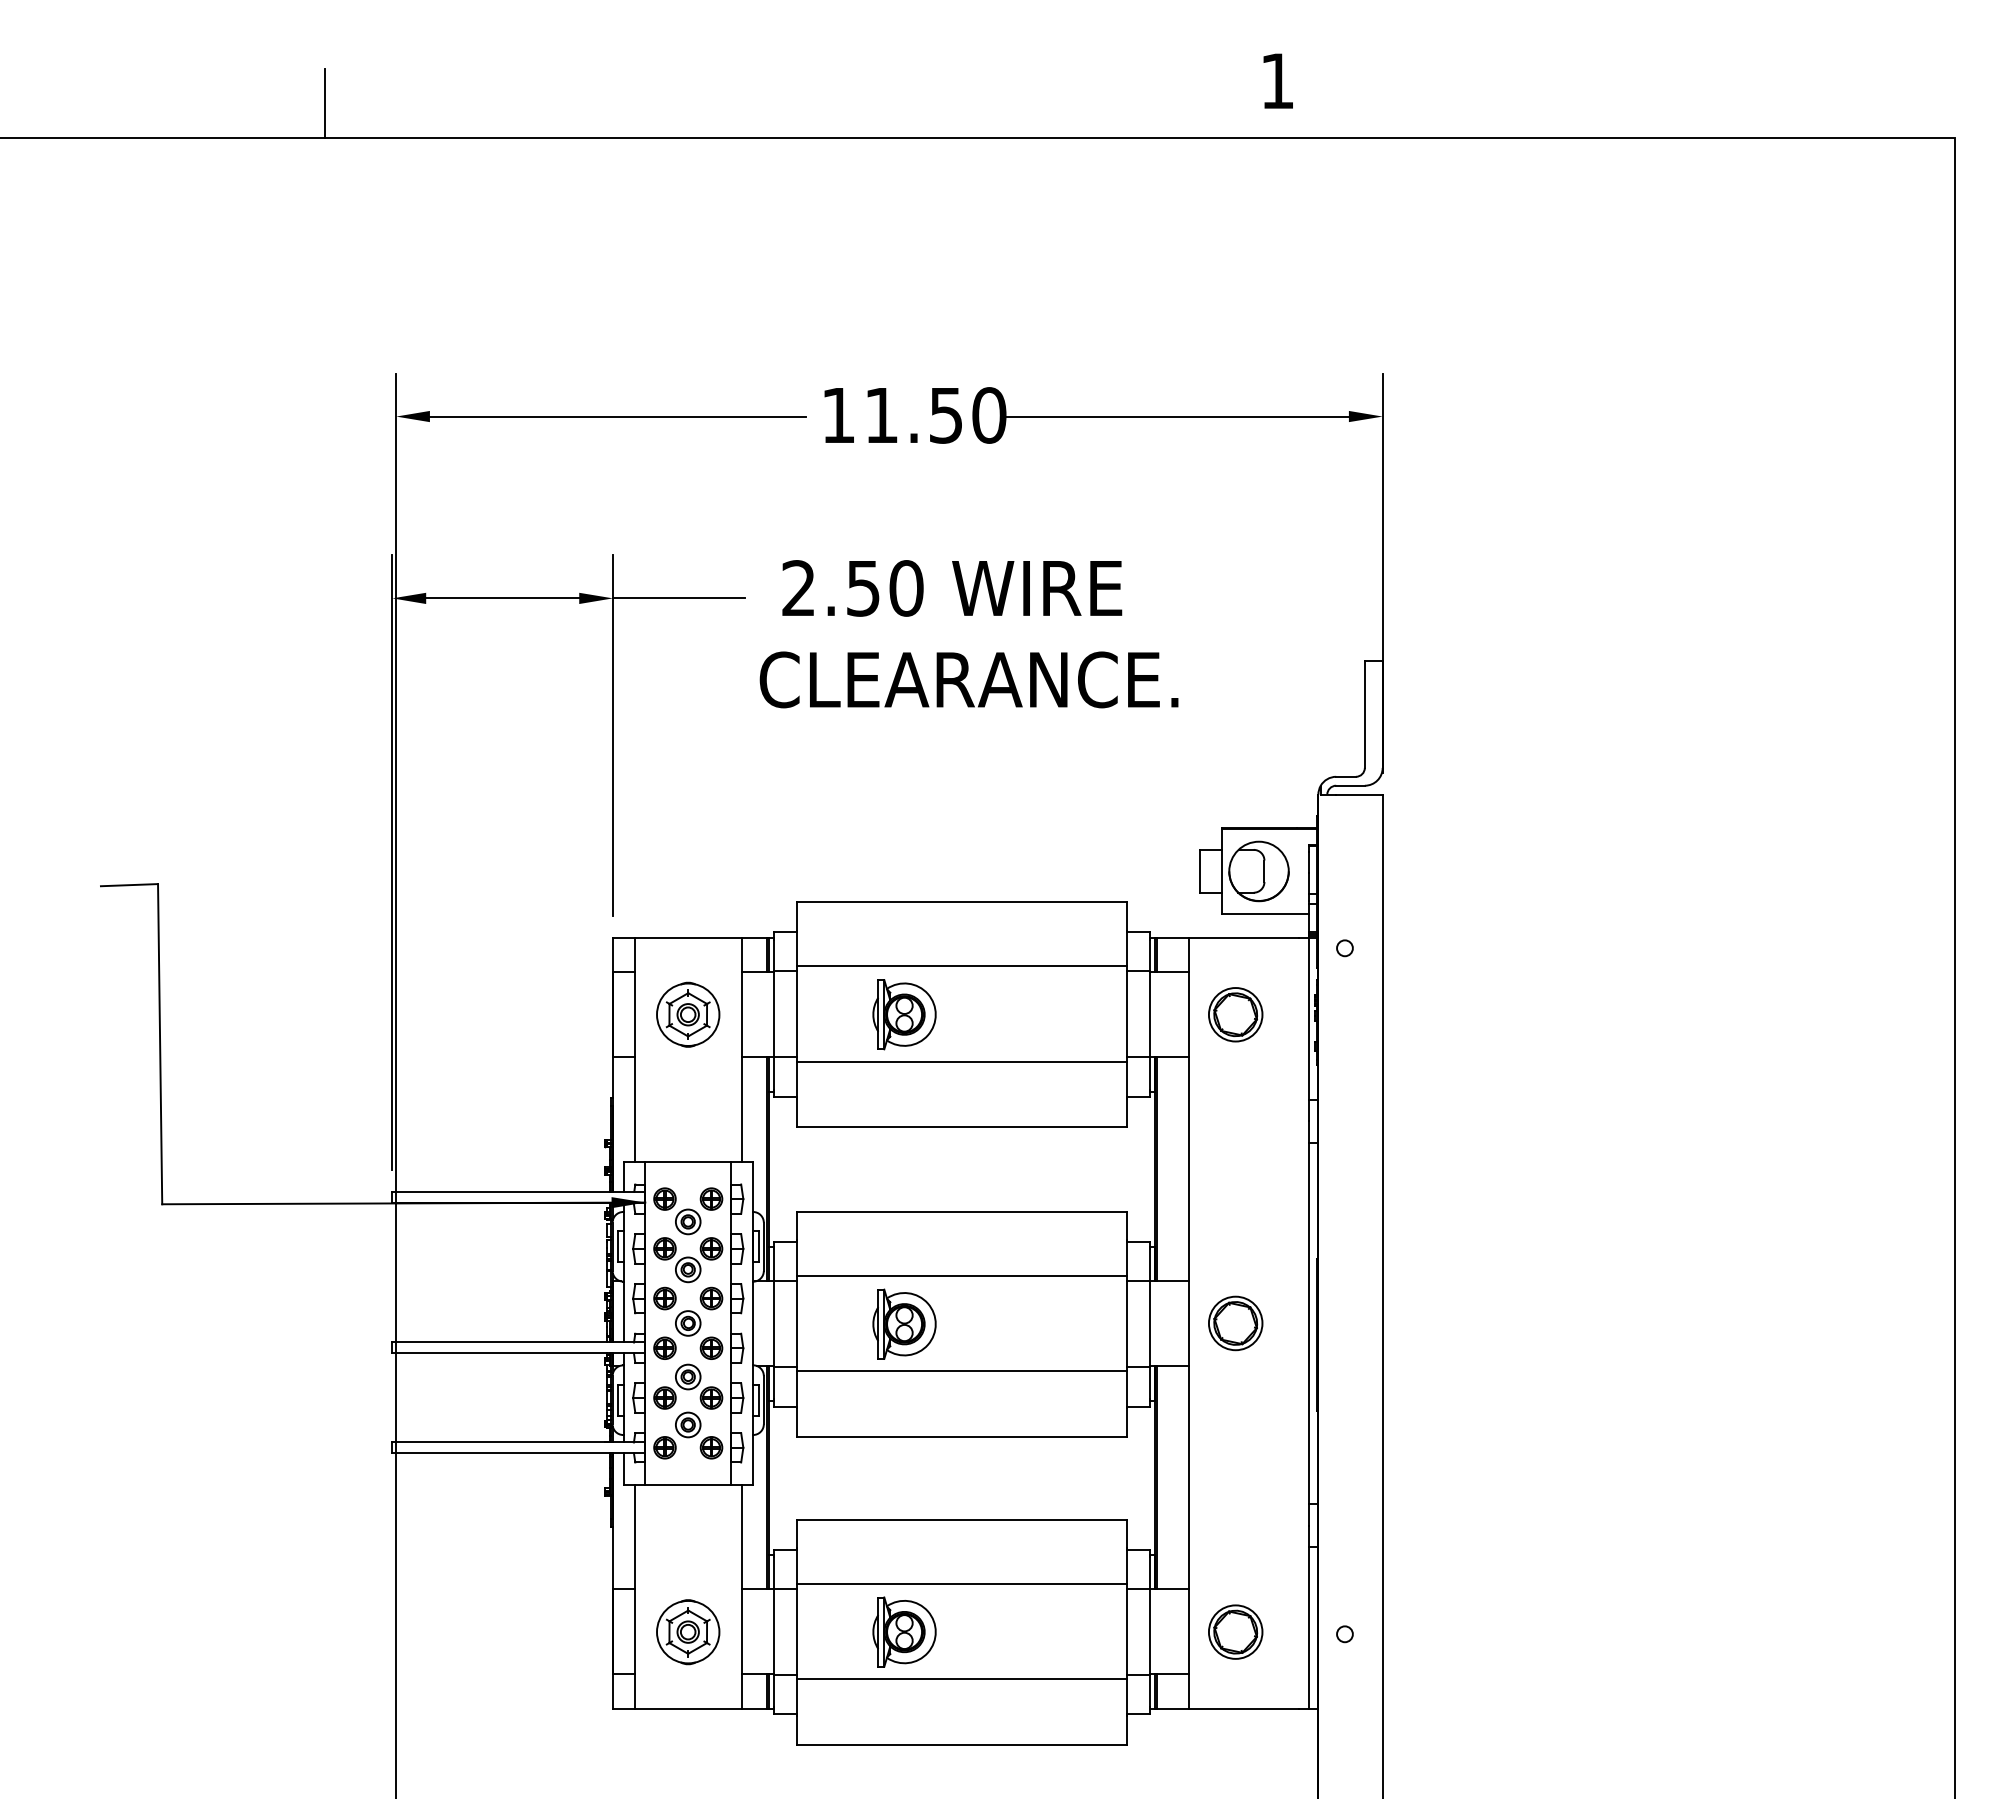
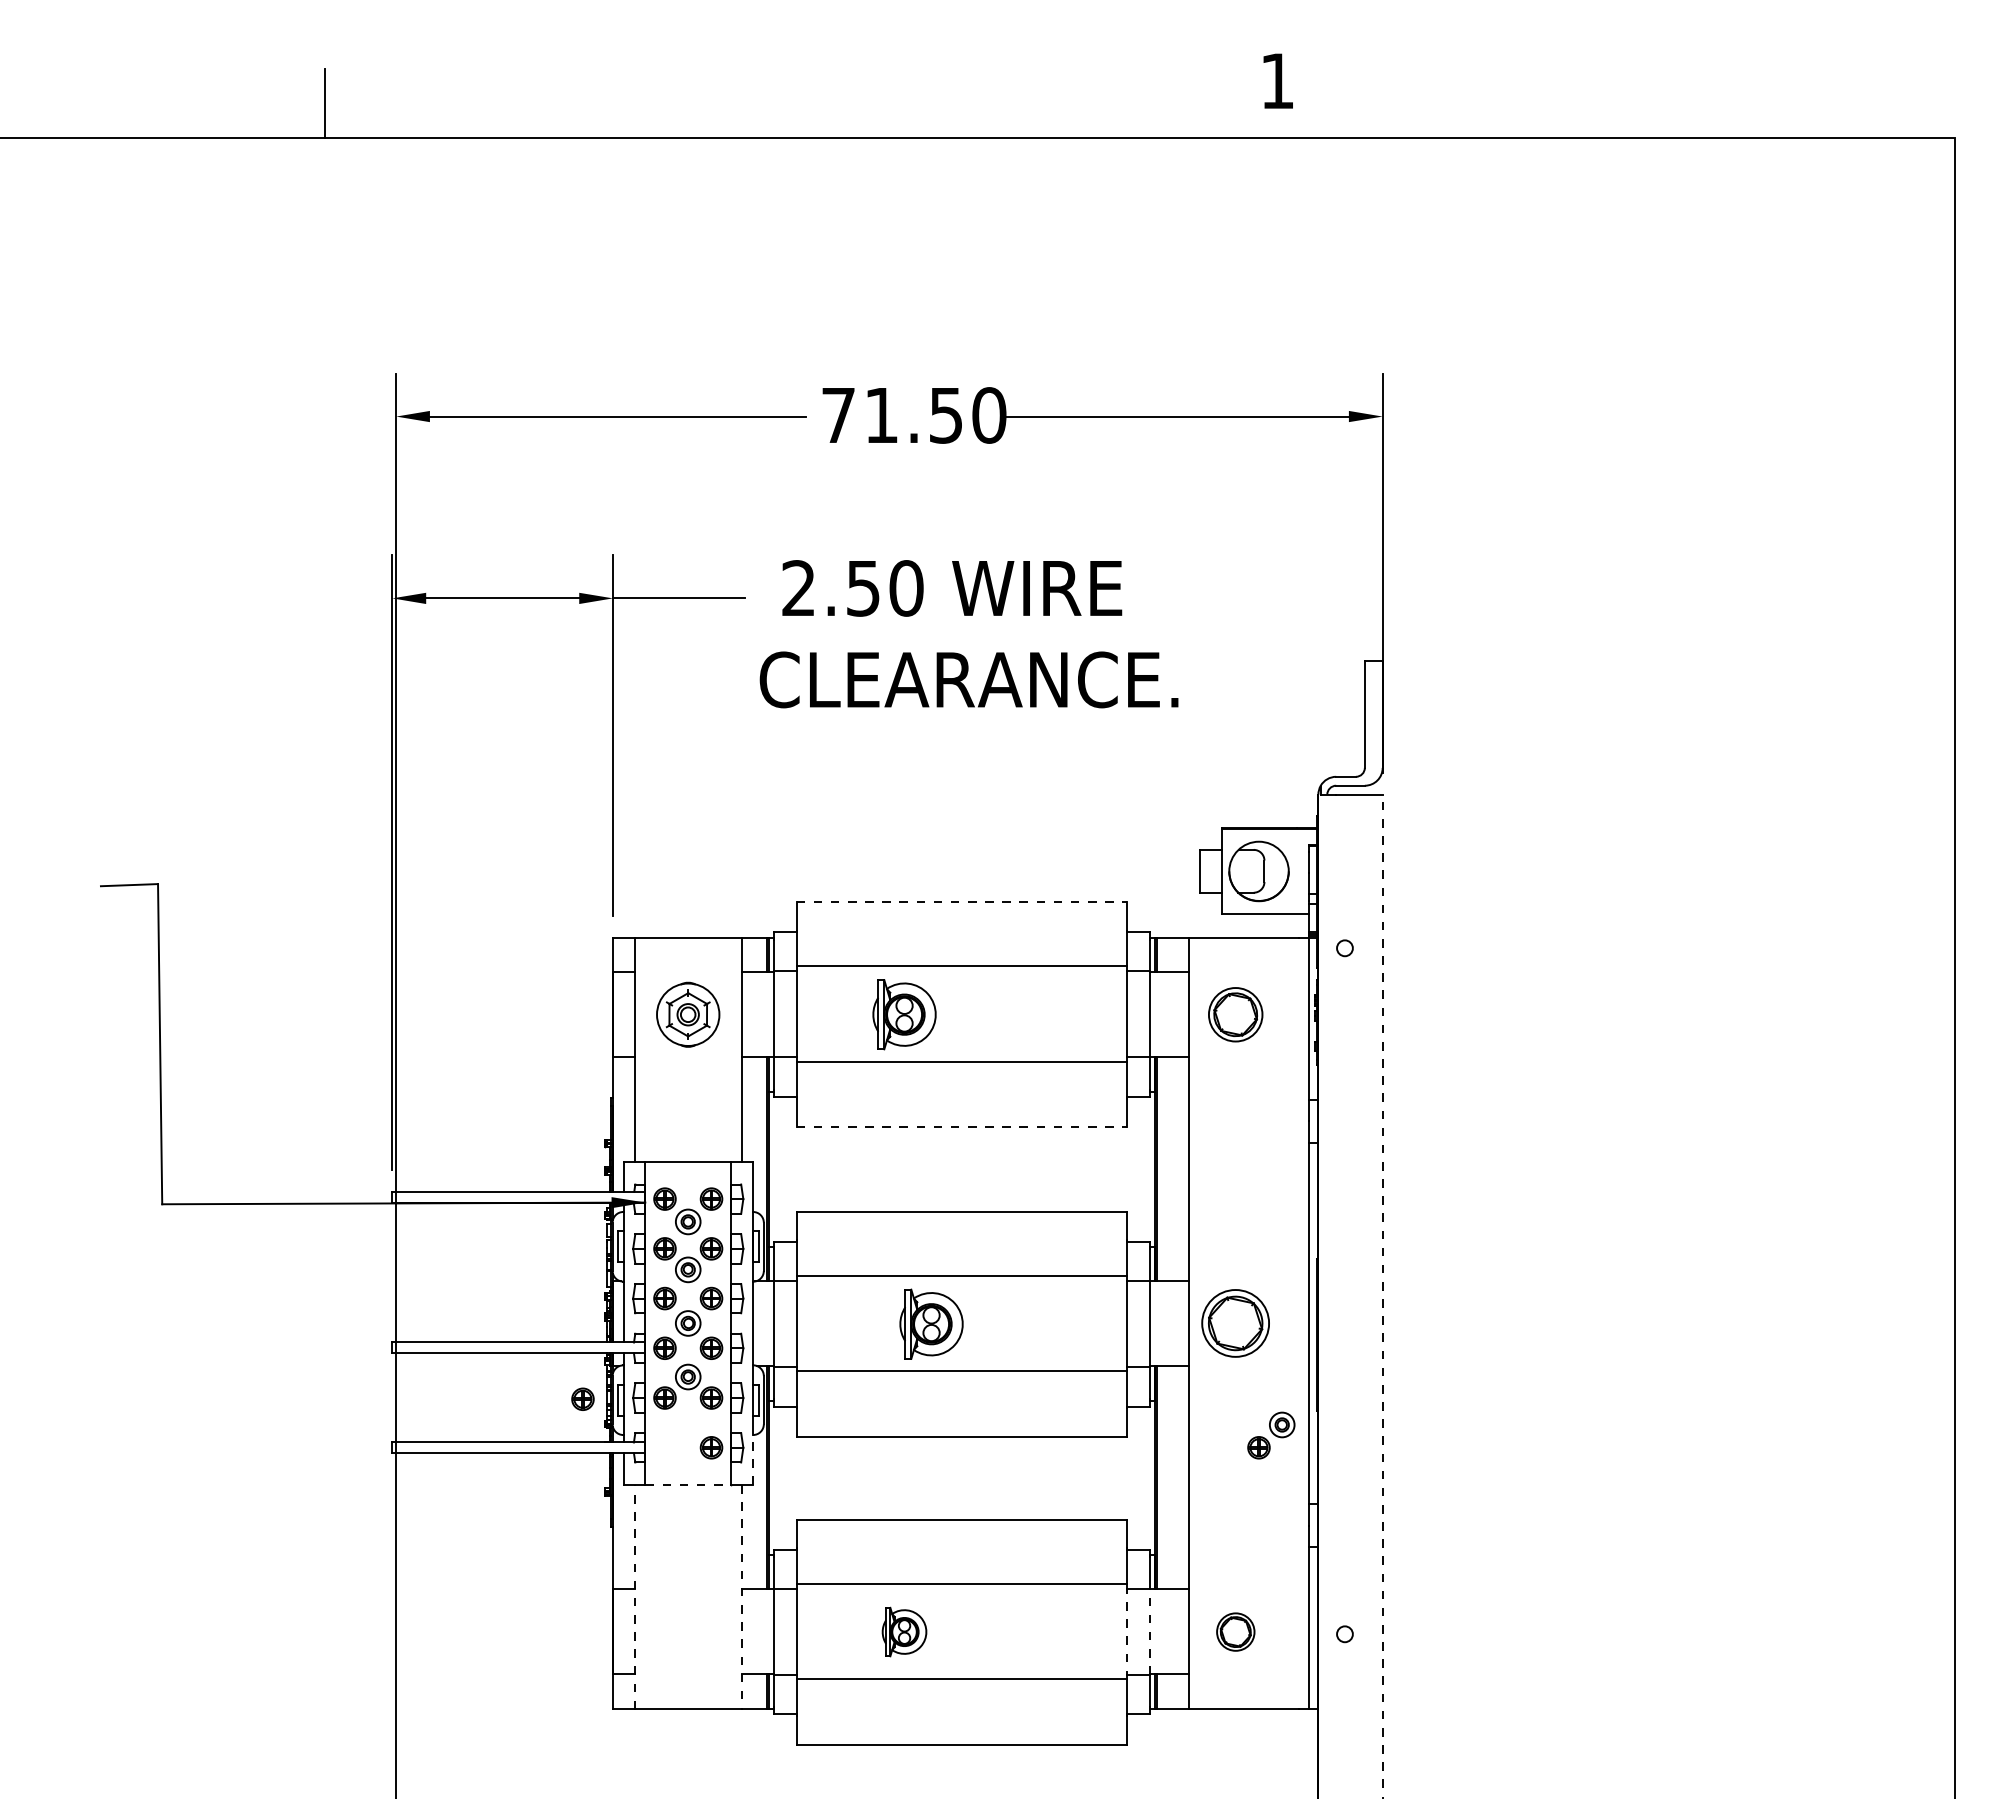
text at (838, 415): 11.50 -> 71.50
line at (962, 902): solid -> dashed
line at (962, 1127): solid -> dashed
line at (1382, 1296): solid -> dashed
part at (904, 1323) position: (904, 1323) -> (931, 1323)
part at (1235, 1323) size: 56x57 px -> 69x69 px
part at (582, 1398): none -> present
part at (677, 1435) position: (677, 1435) -> (1271, 1435)
line at (752, 1460): solid -> dashed
line at (688, 1485): solid -> dashed
line at (634, 1596): solid -> dashed
line at (741, 1597): solid -> dashed
part at (904, 1631) size: 65x72 px -> 47x52 px
line at (1126, 1631): solid -> dashed
line at (1149, 1631): solid -> dashed
part at (1235, 1631) size: 56x56 px -> 40x40 px
part at (688, 1632): present -> none
